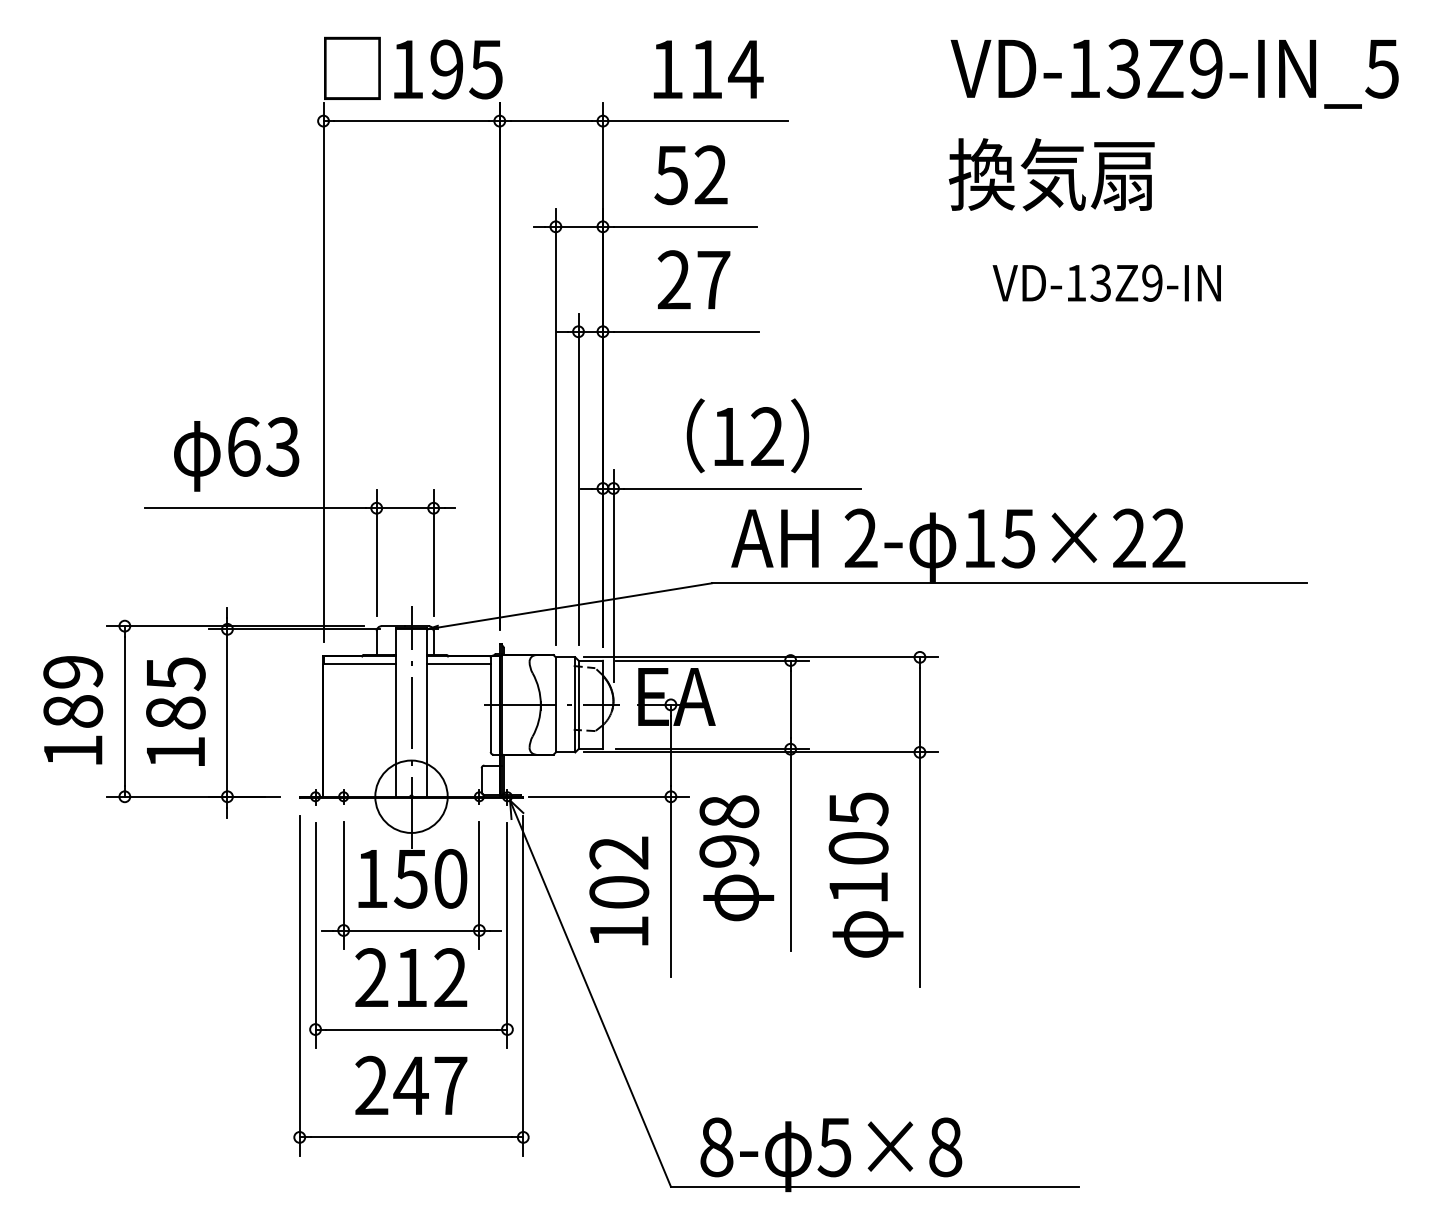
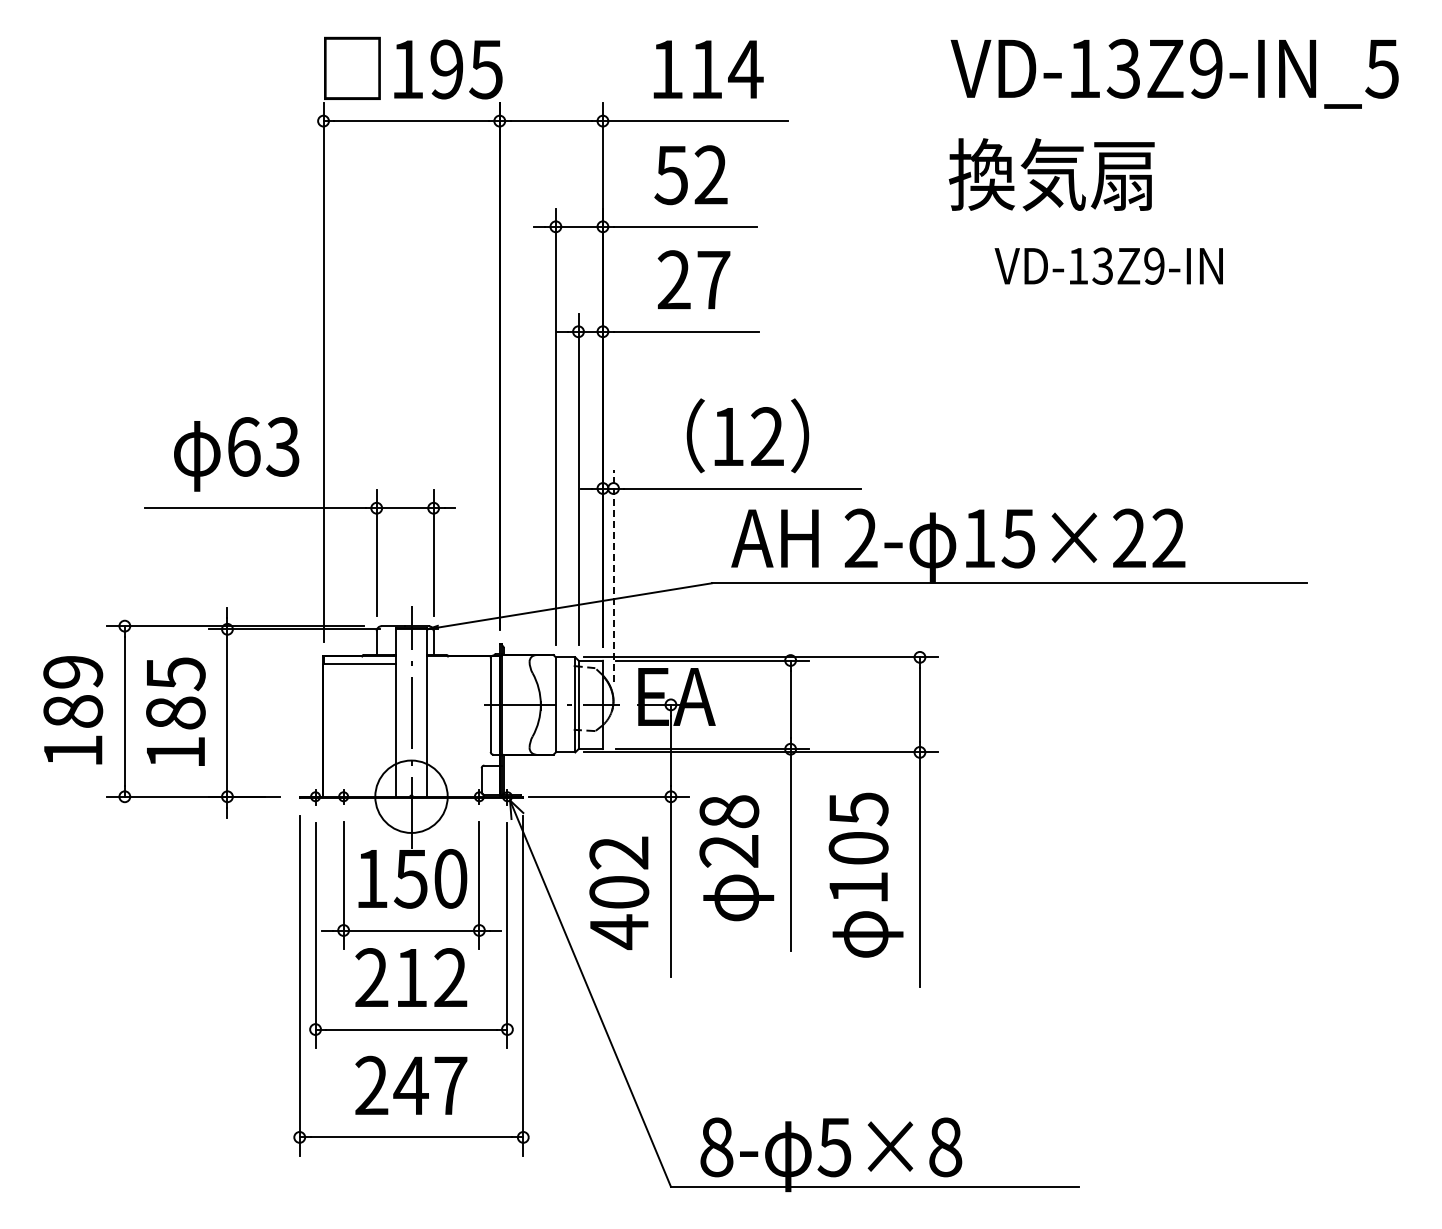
text at (1106, 282) position: (1106, 282) -> (1108, 265)
line at (613, 576): solid -> dashed
line at (458, 663): present -> none
text at (729, 851): 98 -> 28
text at (619, 932): 102 -> 402
